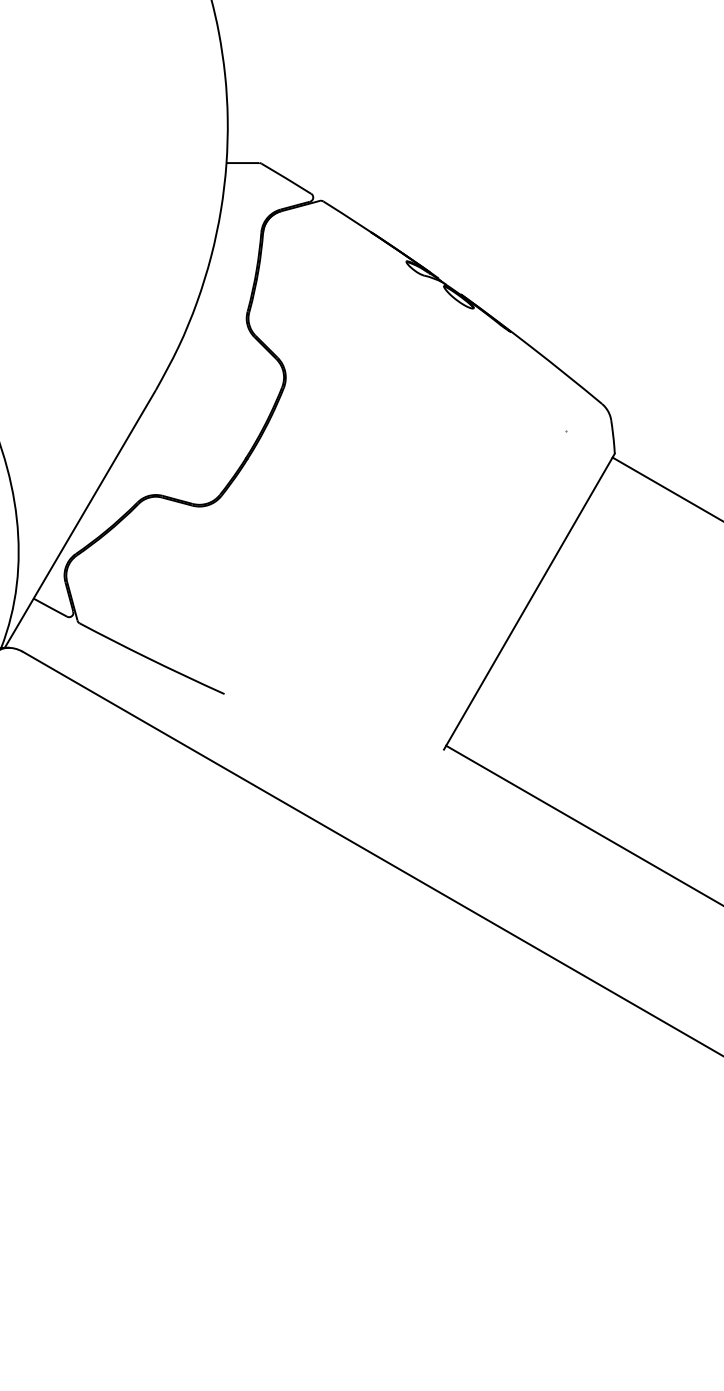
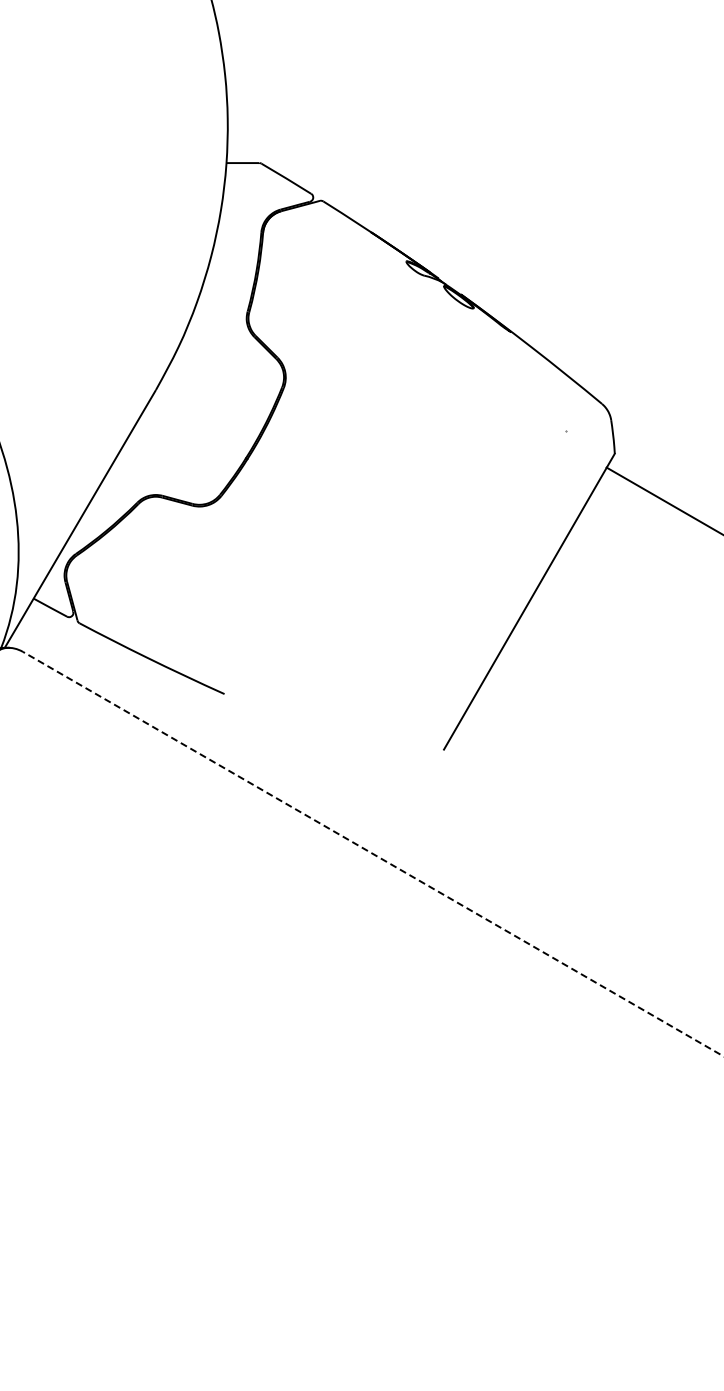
line at (666, 488) position: (666, 488) -> (663, 500)
line at (583, 824): present -> none
line at (372, 853): solid -> dashed
